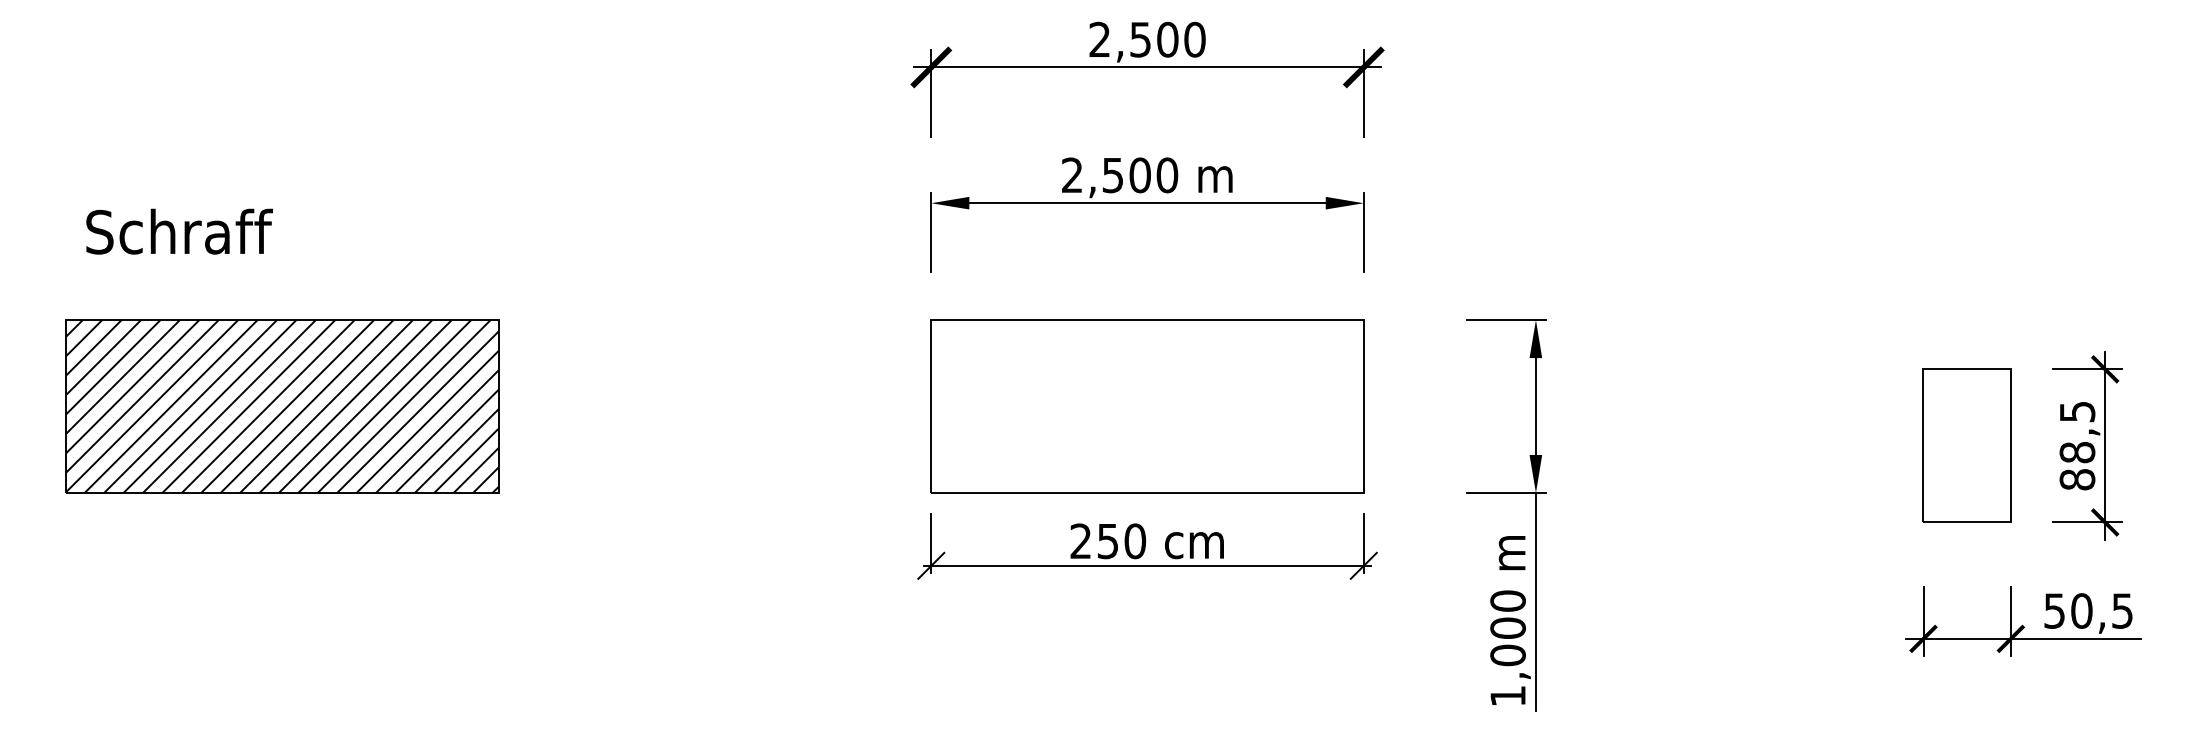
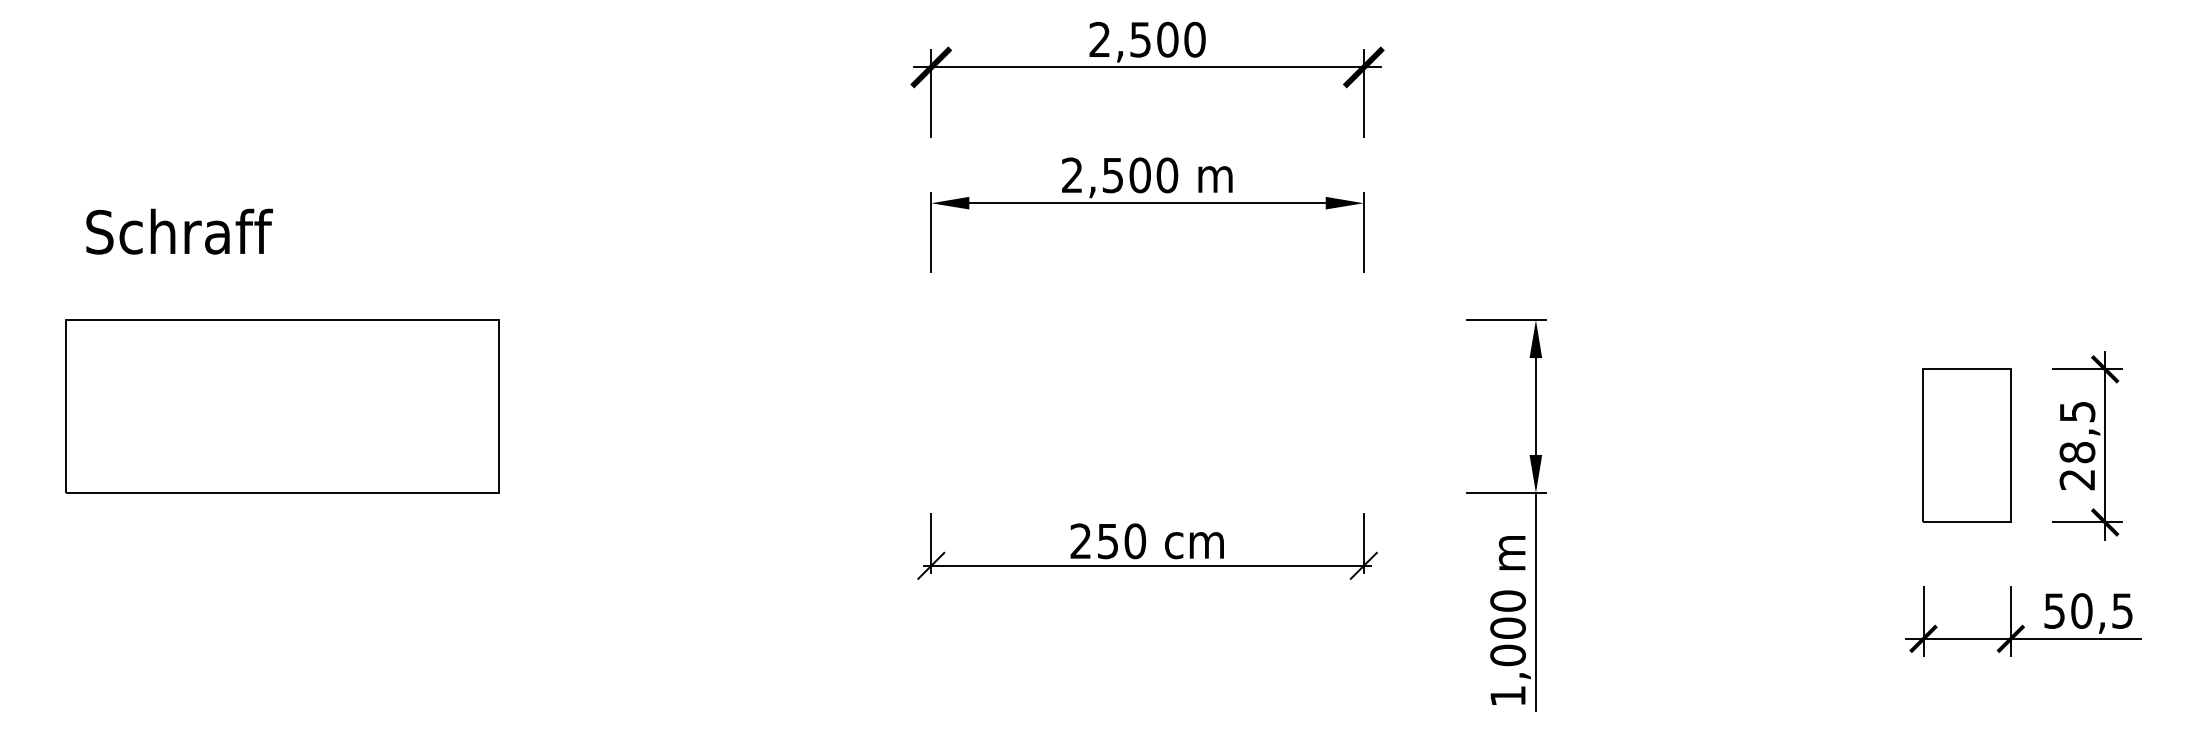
hatch at (282, 405): present -> none
part at (1147, 406): present -> none
text at (2077, 479): 88,5 -> 28,5
